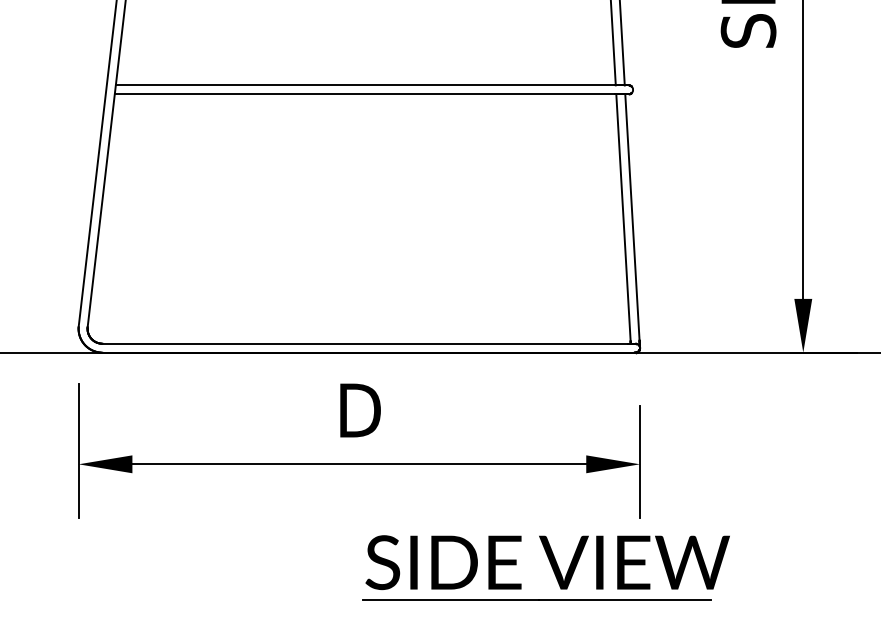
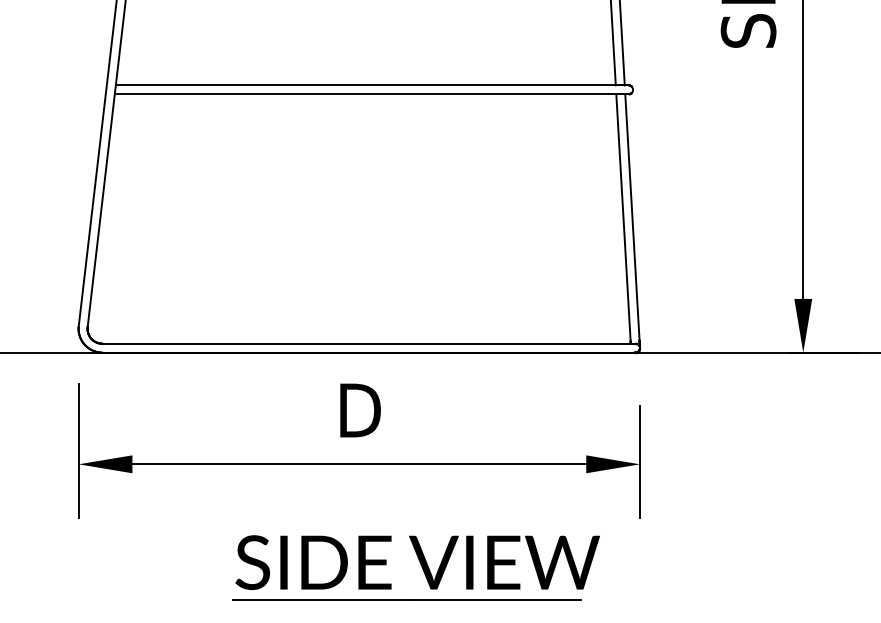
part at (545, 567) position: (545, 567) -> (415, 567)
